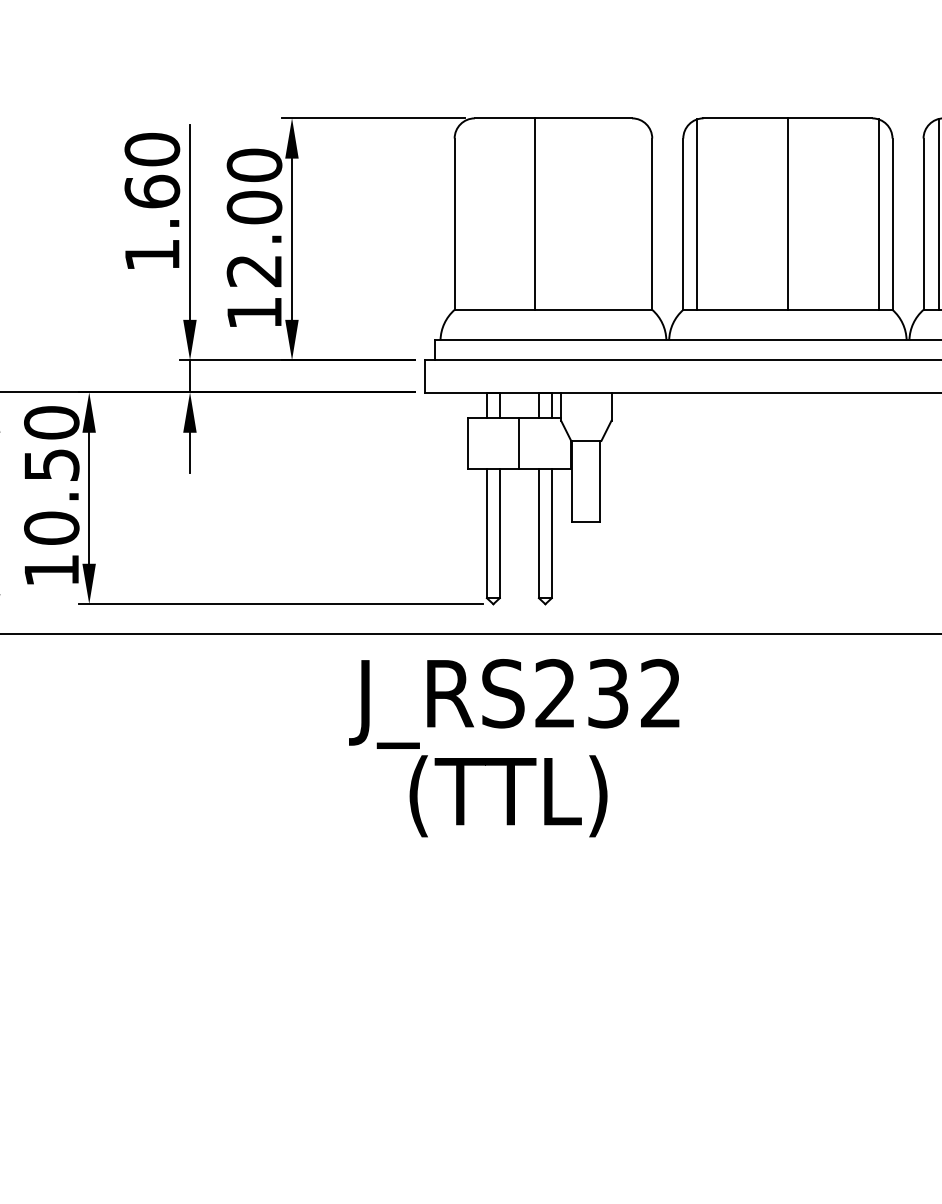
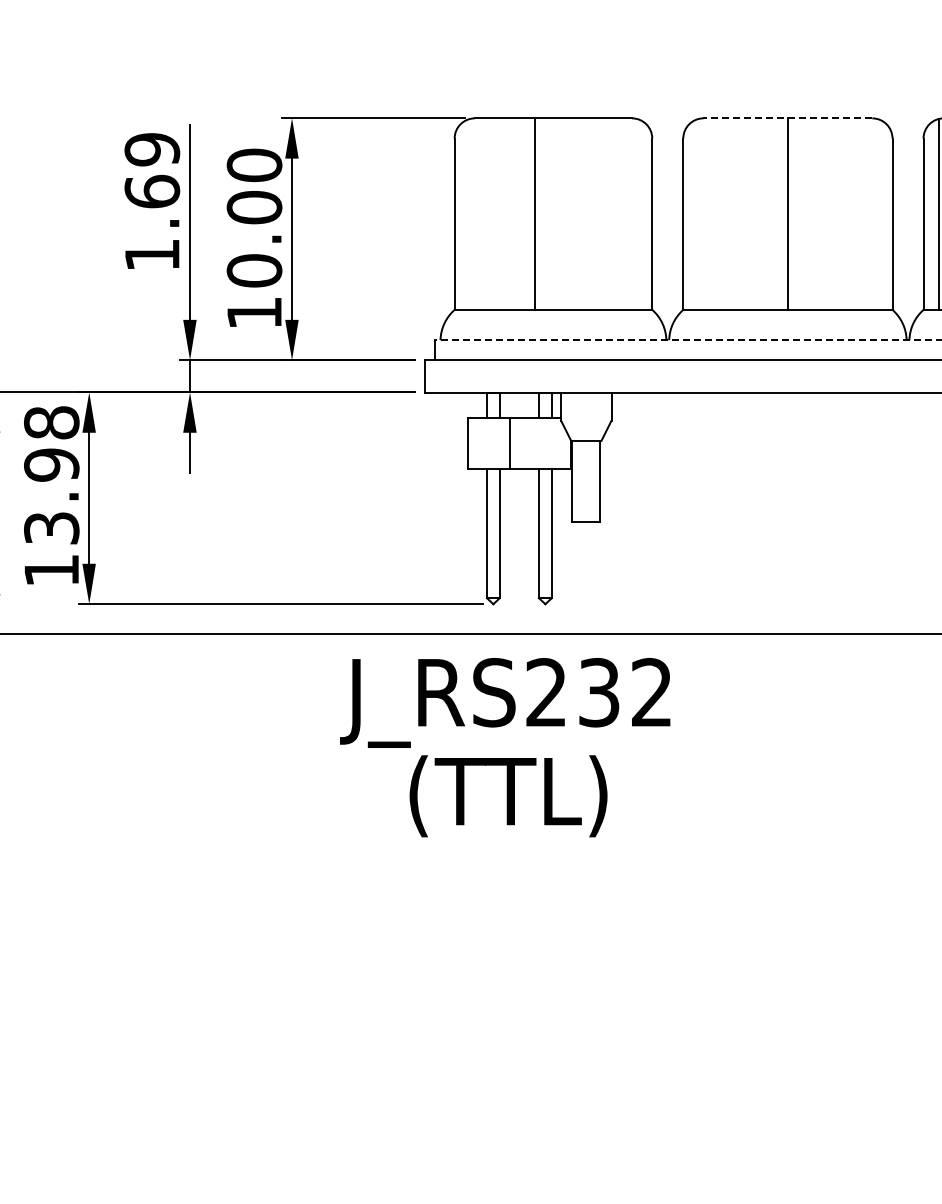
line at (787, 118): solid -> dashed
text at (152, 149): 1.60 -> 1.69
line at (697, 214): present -> none
line at (878, 214): present -> none
text at (254, 270): 12.00 -> 10.00
line at (687, 340): solid -> dashed
line at (519, 443) position: (519, 443) -> (510, 443)
text at (51, 475): 10.50 -> 13.98
text at (514, 703) position: (514, 703) -> (505, 702)
